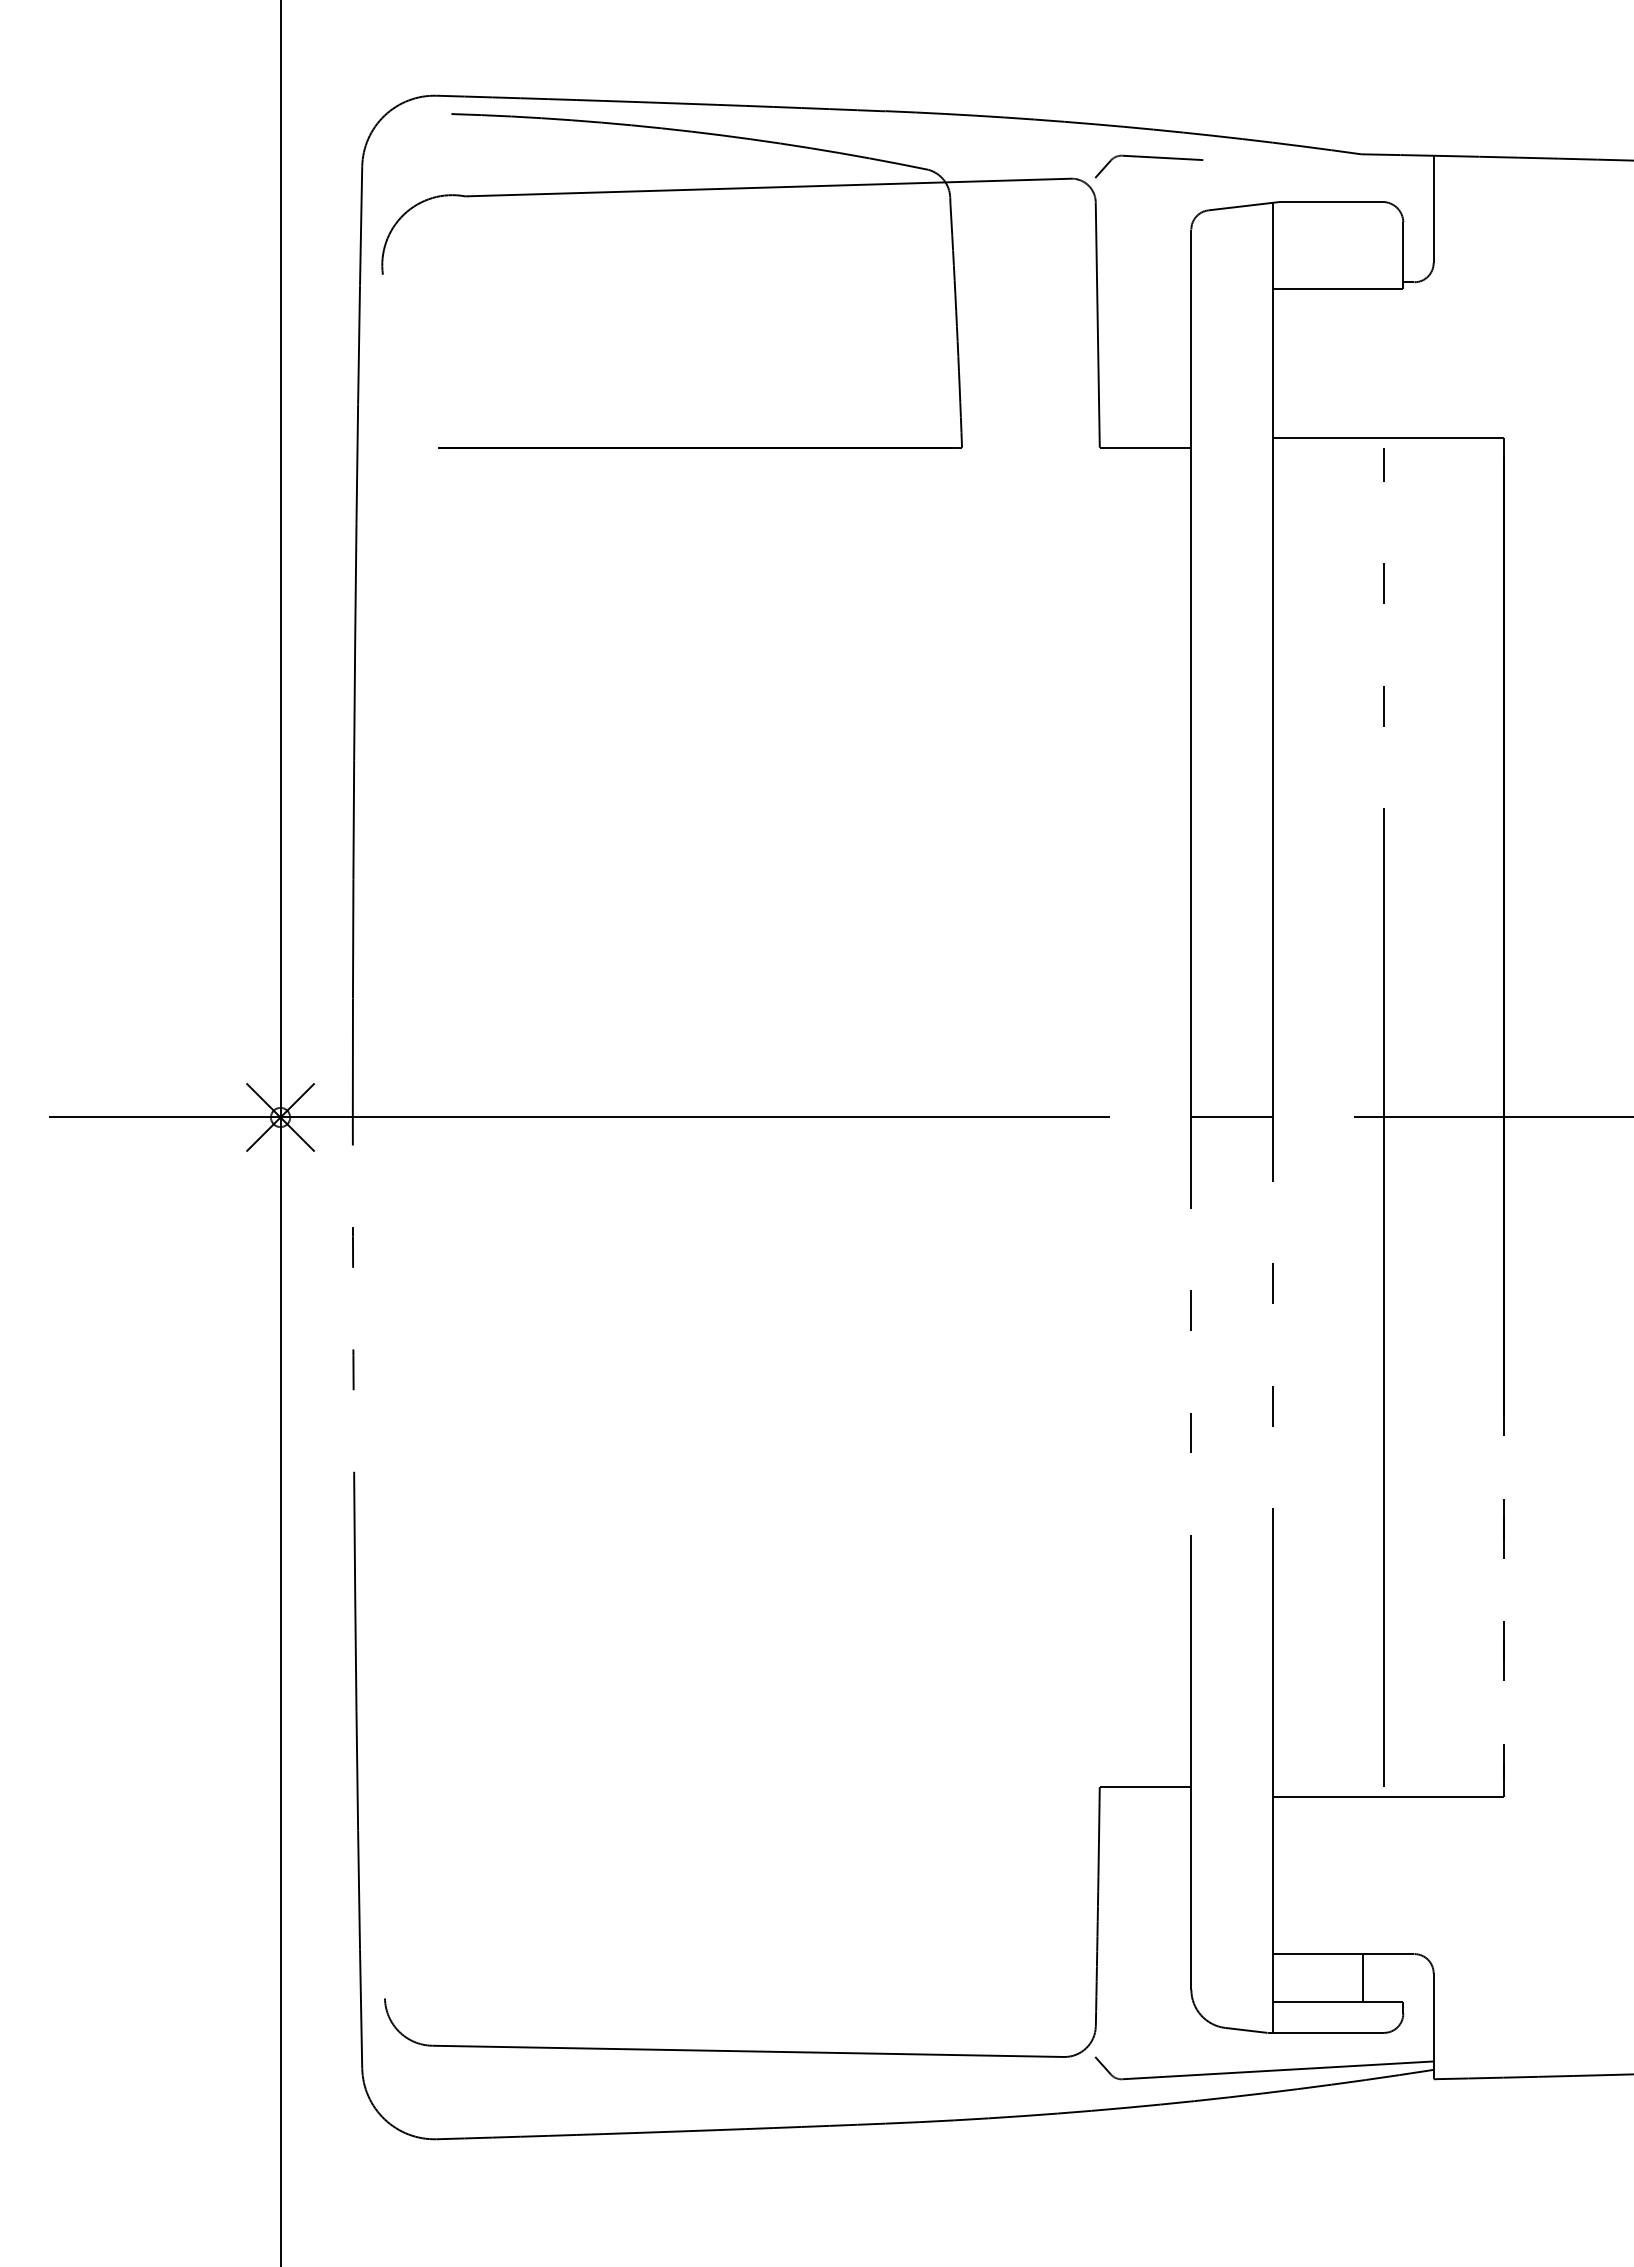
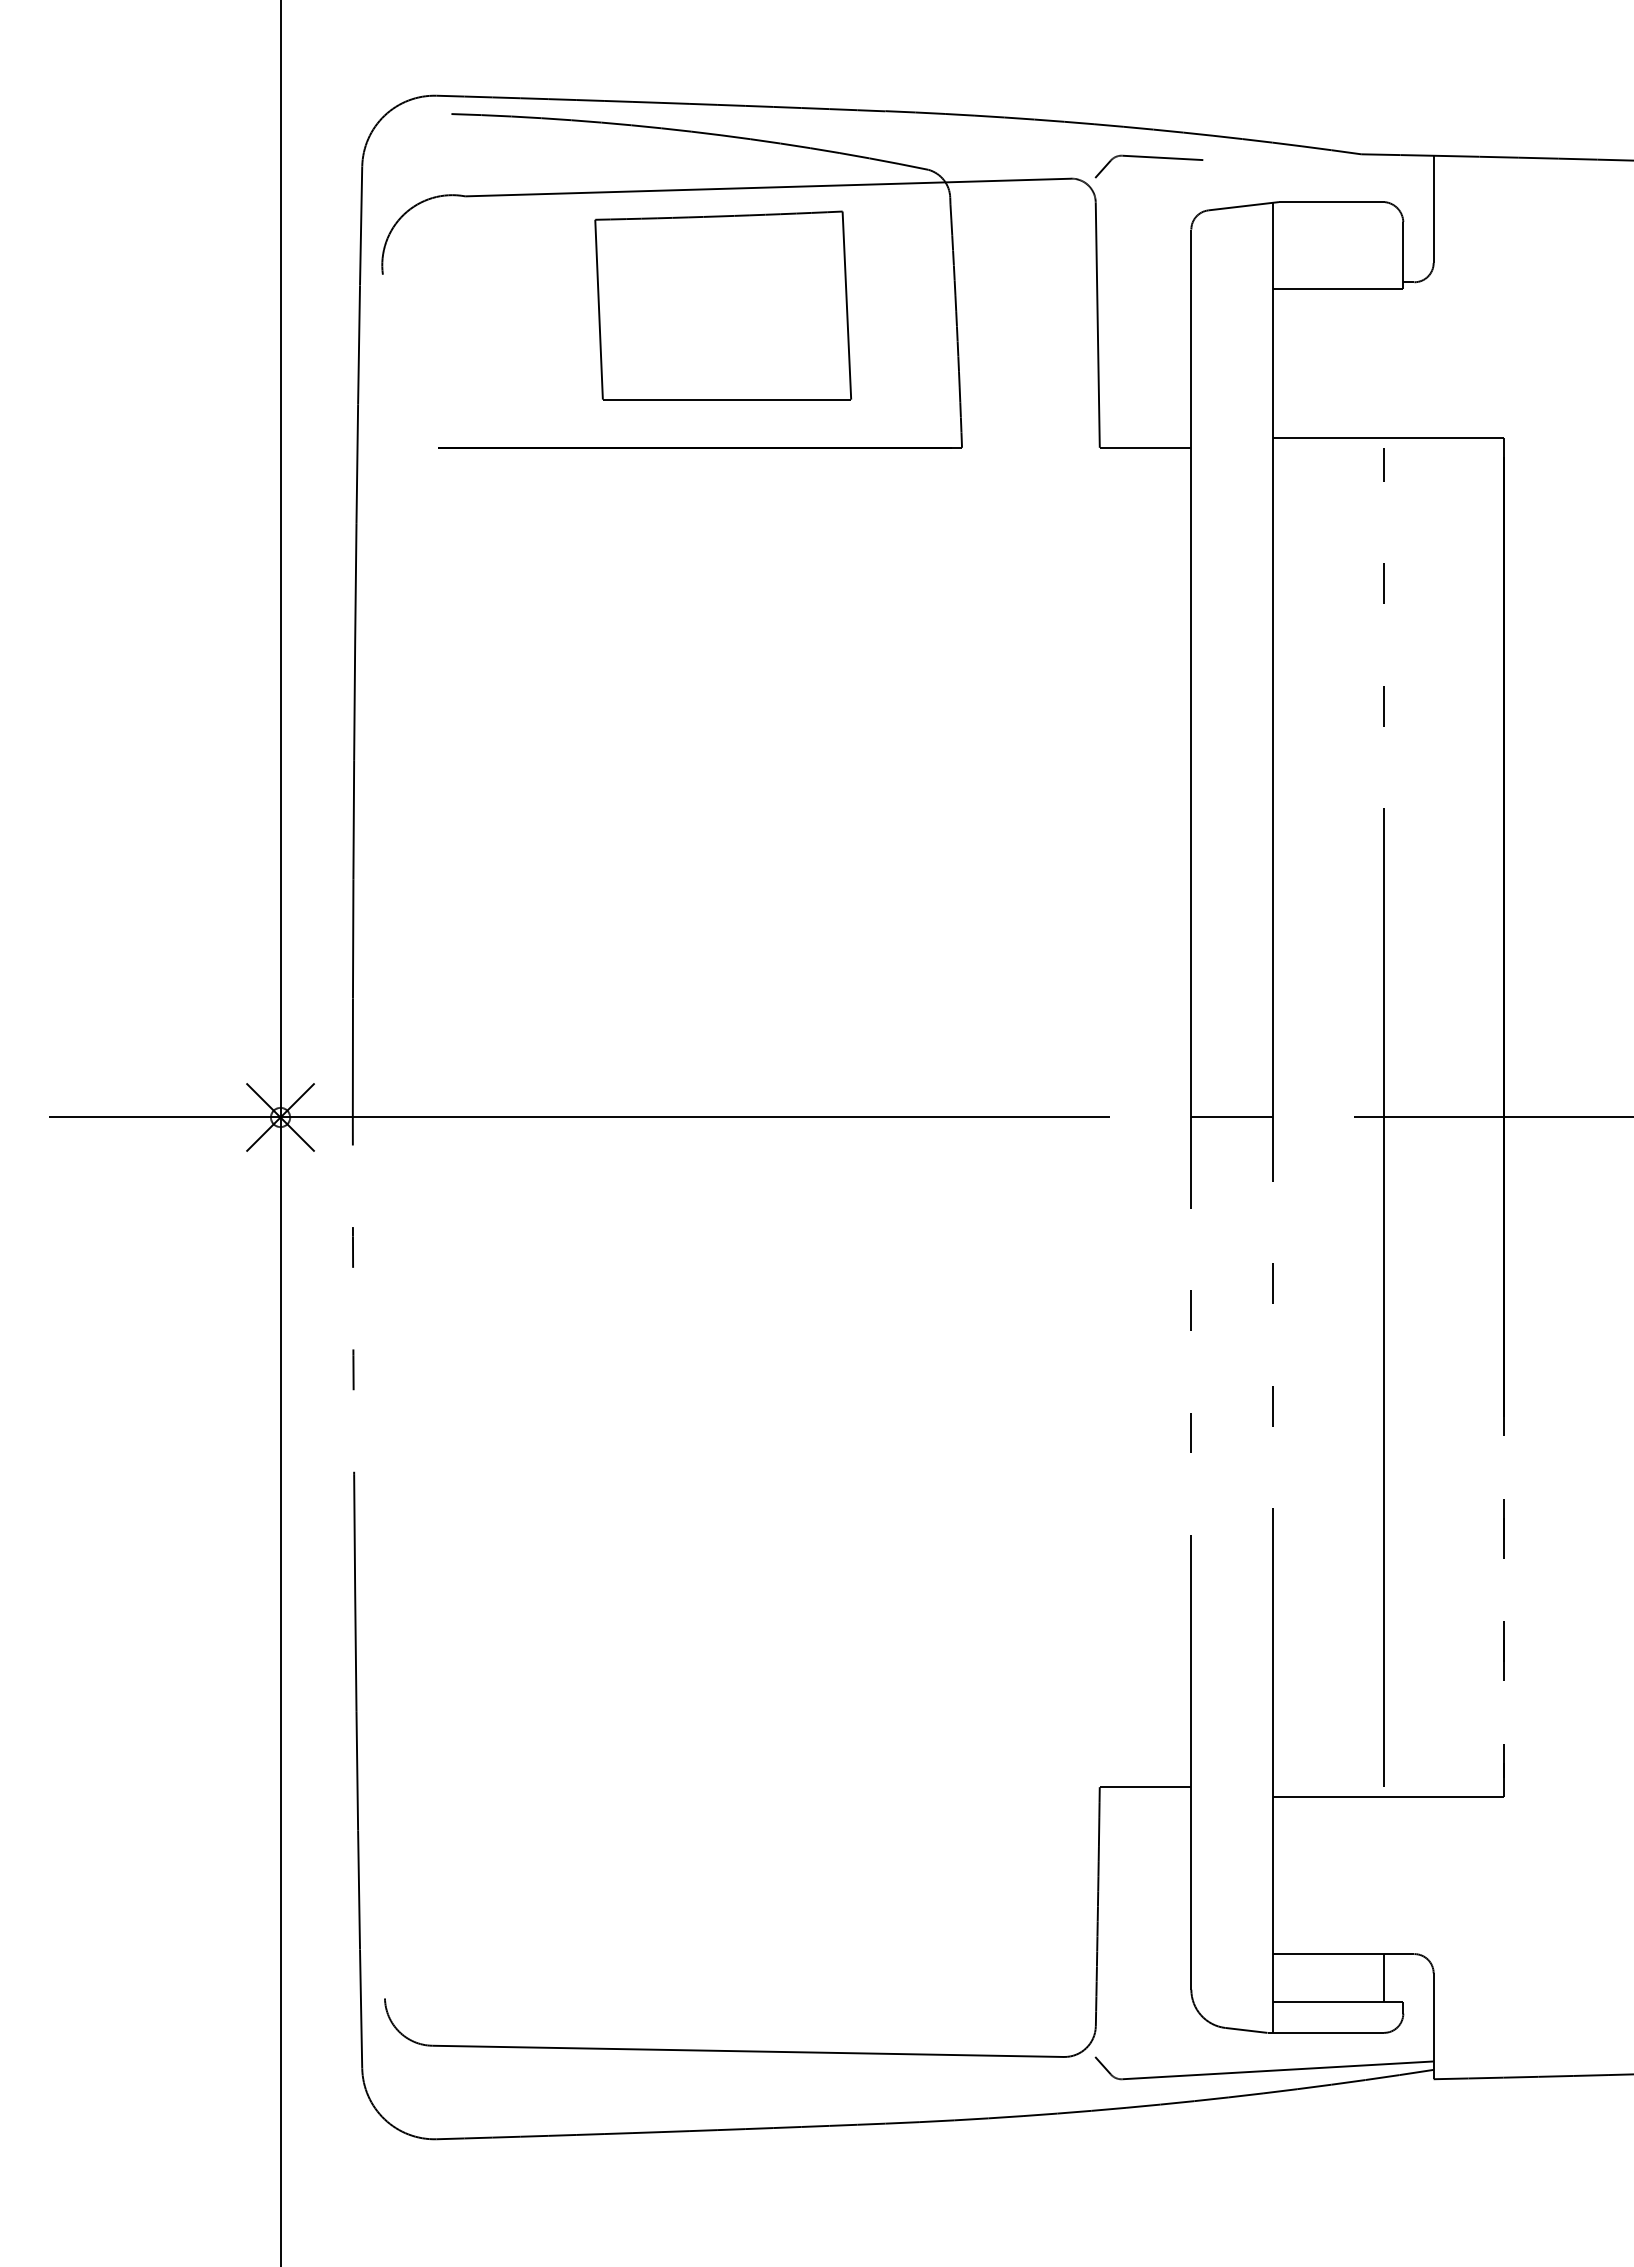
part at (722, 305): none -> present
line at (1363, 1978) position: (1363, 1978) -> (1384, 1978)
